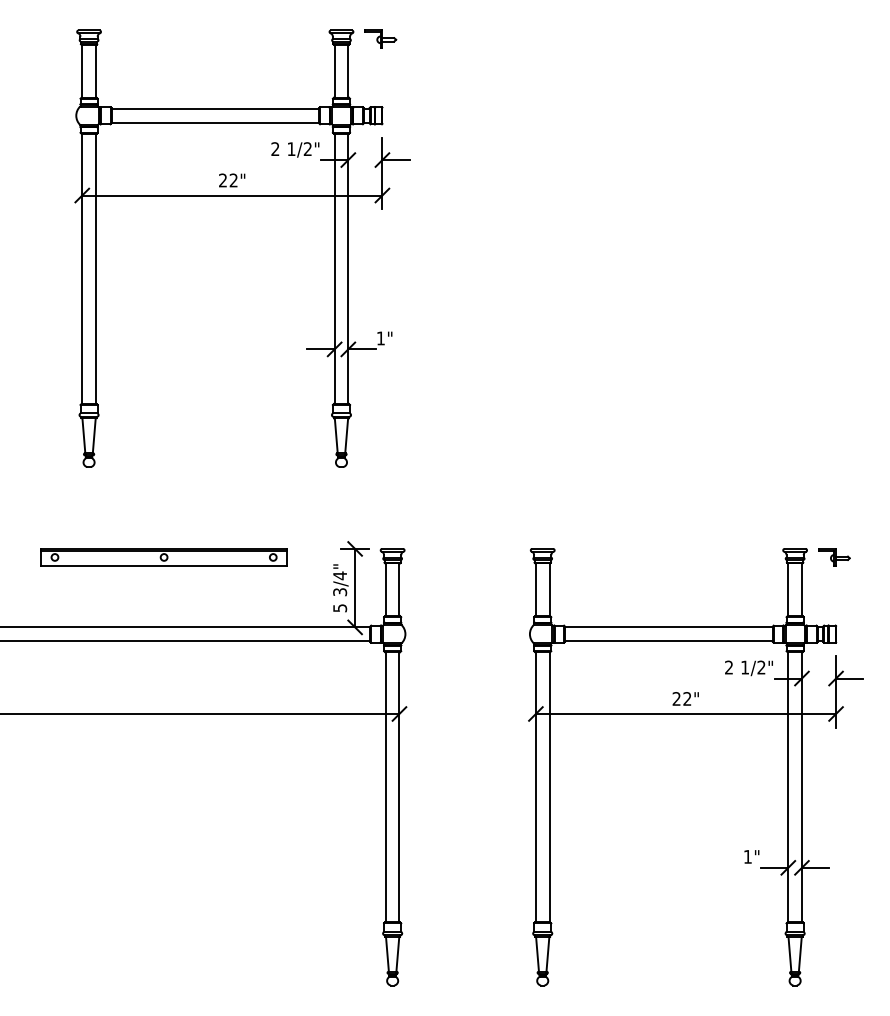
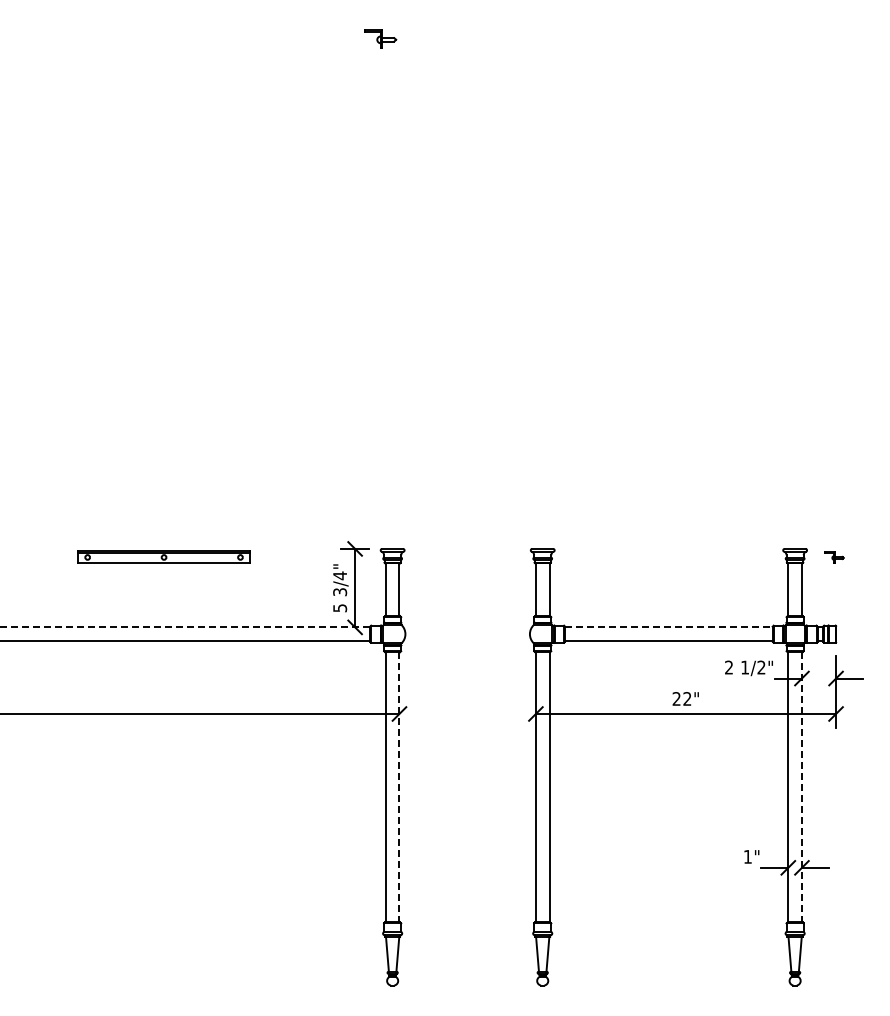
part at (242, 196): present -> none
part at (163, 557) size: 248x19 px -> 174x14 px
part at (834, 557) size: 33x19 px -> 21x13 px
line at (185, 627): solid -> dashed
line at (668, 627): solid -> dashed
line at (399, 787): solid -> dashed
line at (801, 787): solid -> dashed
